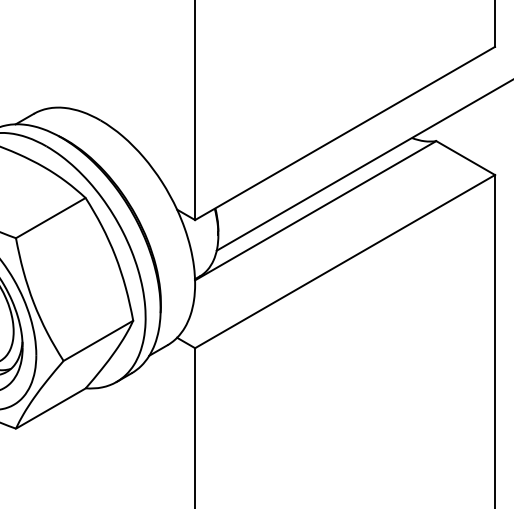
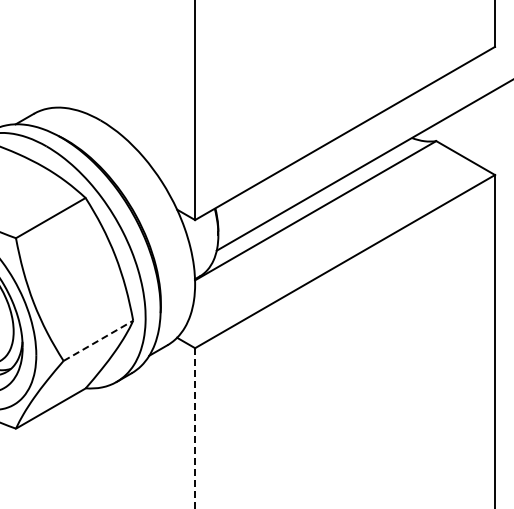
line at (98, 340): solid -> dashed
line at (195, 428): solid -> dashed
